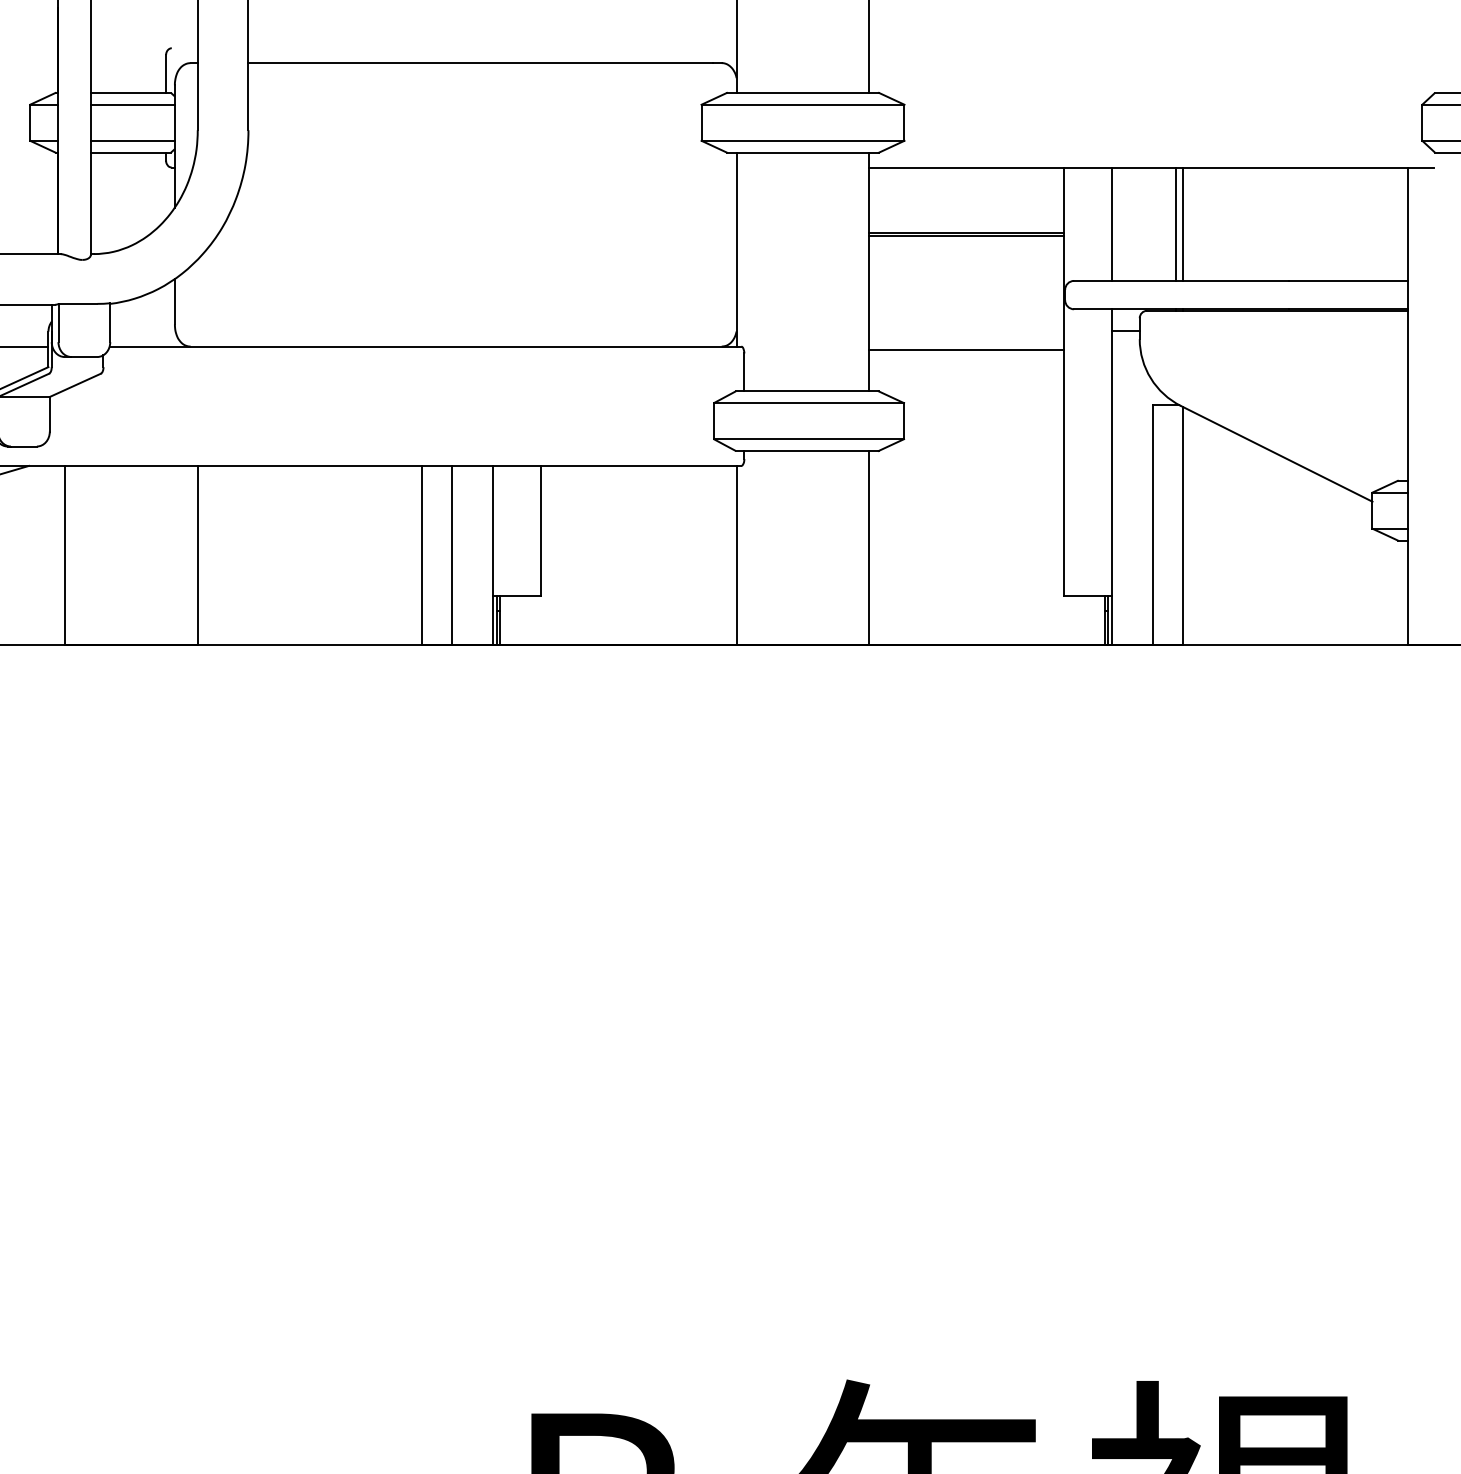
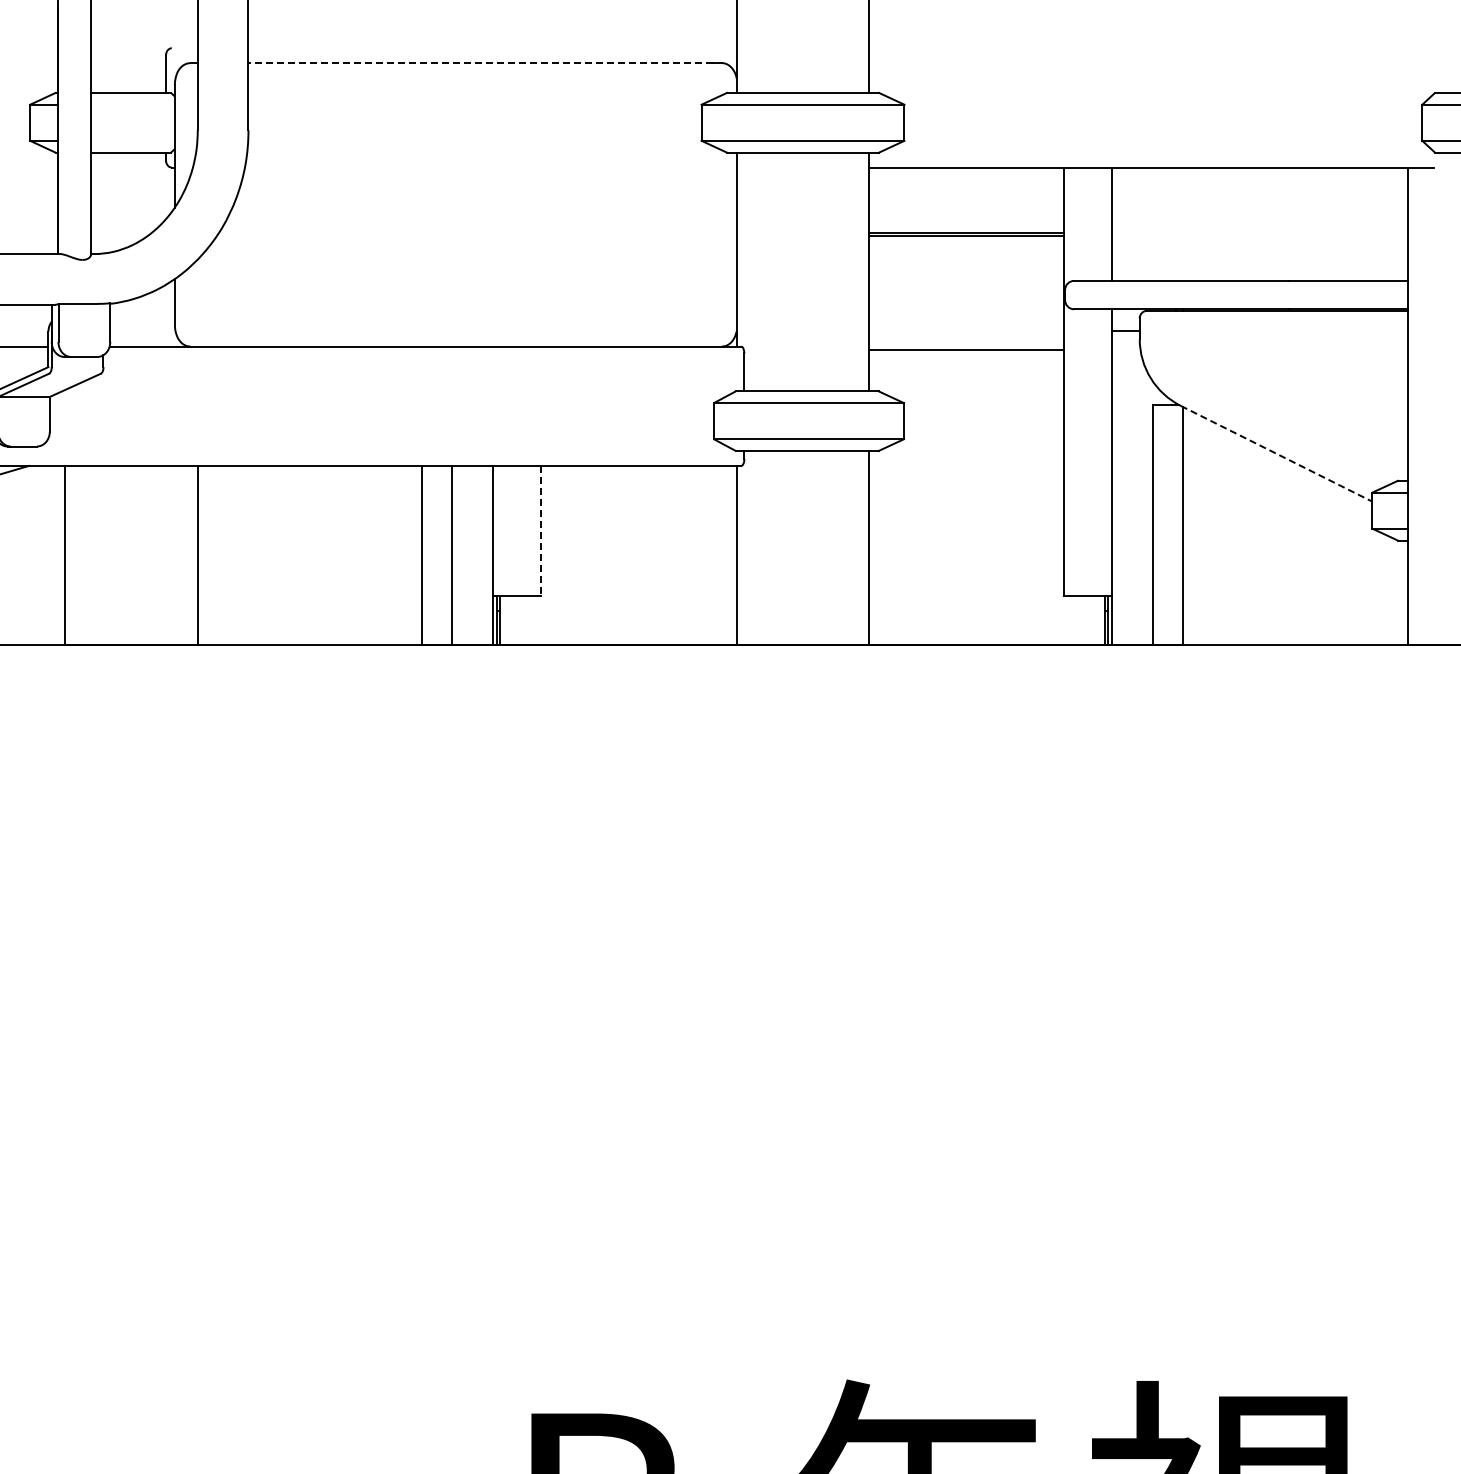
line at (480, 63): solid -> dashed
line at (132, 104): present -> none
line at (132, 140): present -> none
line at (1176, 223): present -> none
line at (1183, 223): present -> none
line at (1277, 454): solid -> dashed
line at (541, 531): solid -> dashed
